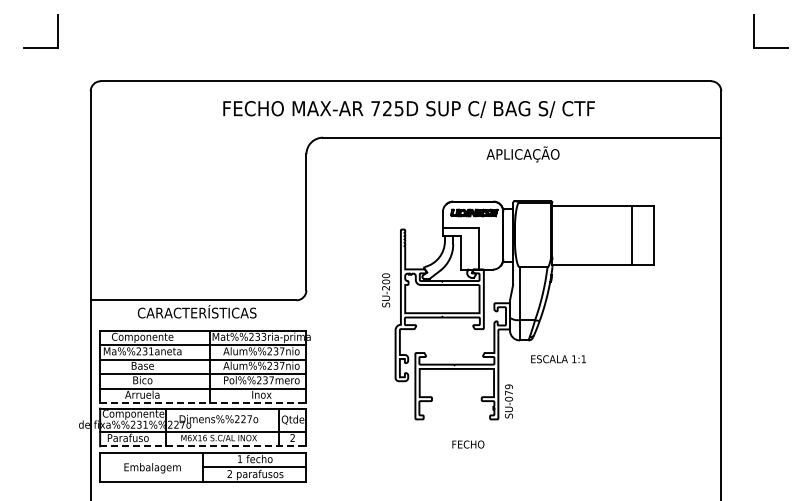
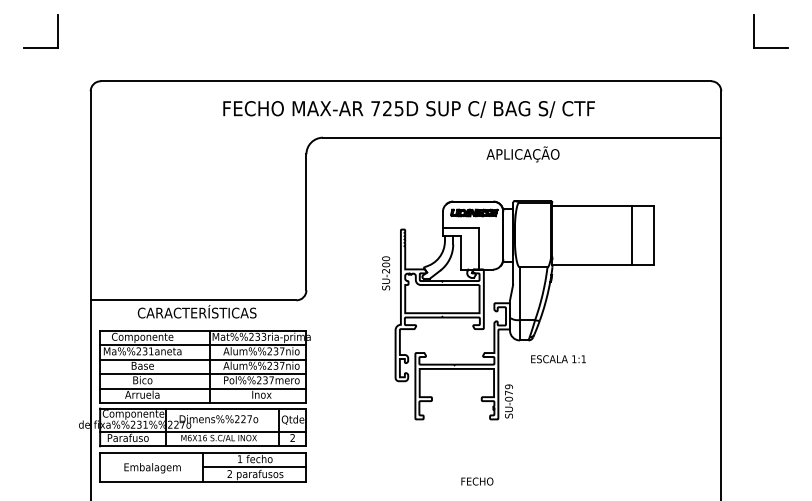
text at (386, 290) position: (386, 290) -> (386, 273)
line at (203, 403): dashed -> solid
text at (468, 444) position: (468, 444) -> (477, 481)
line at (203, 446): dashed -> solid
